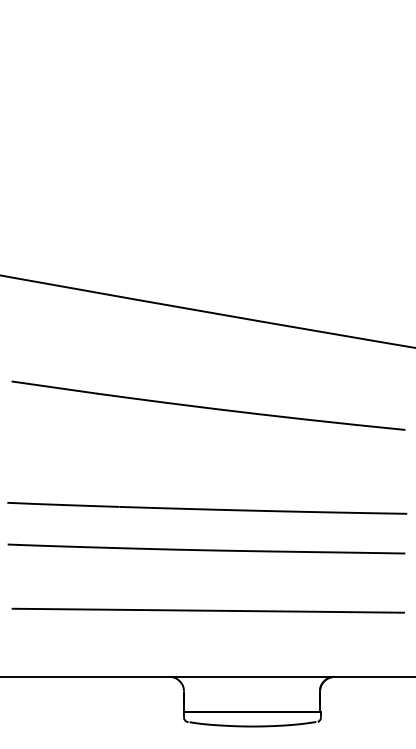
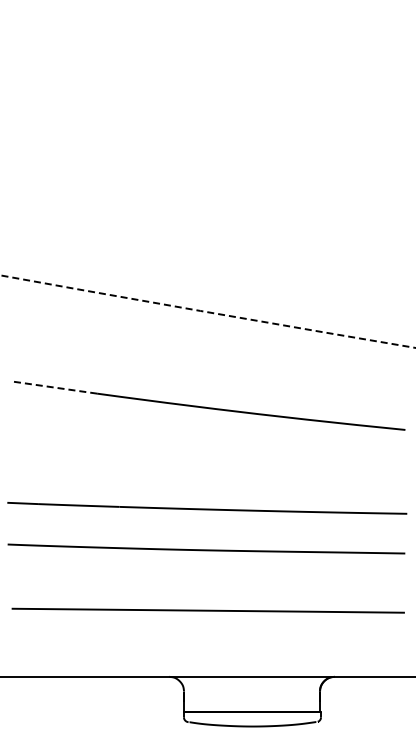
arc at (208, 312): solid -> dashed
line at (54, 387): solid -> dashed
